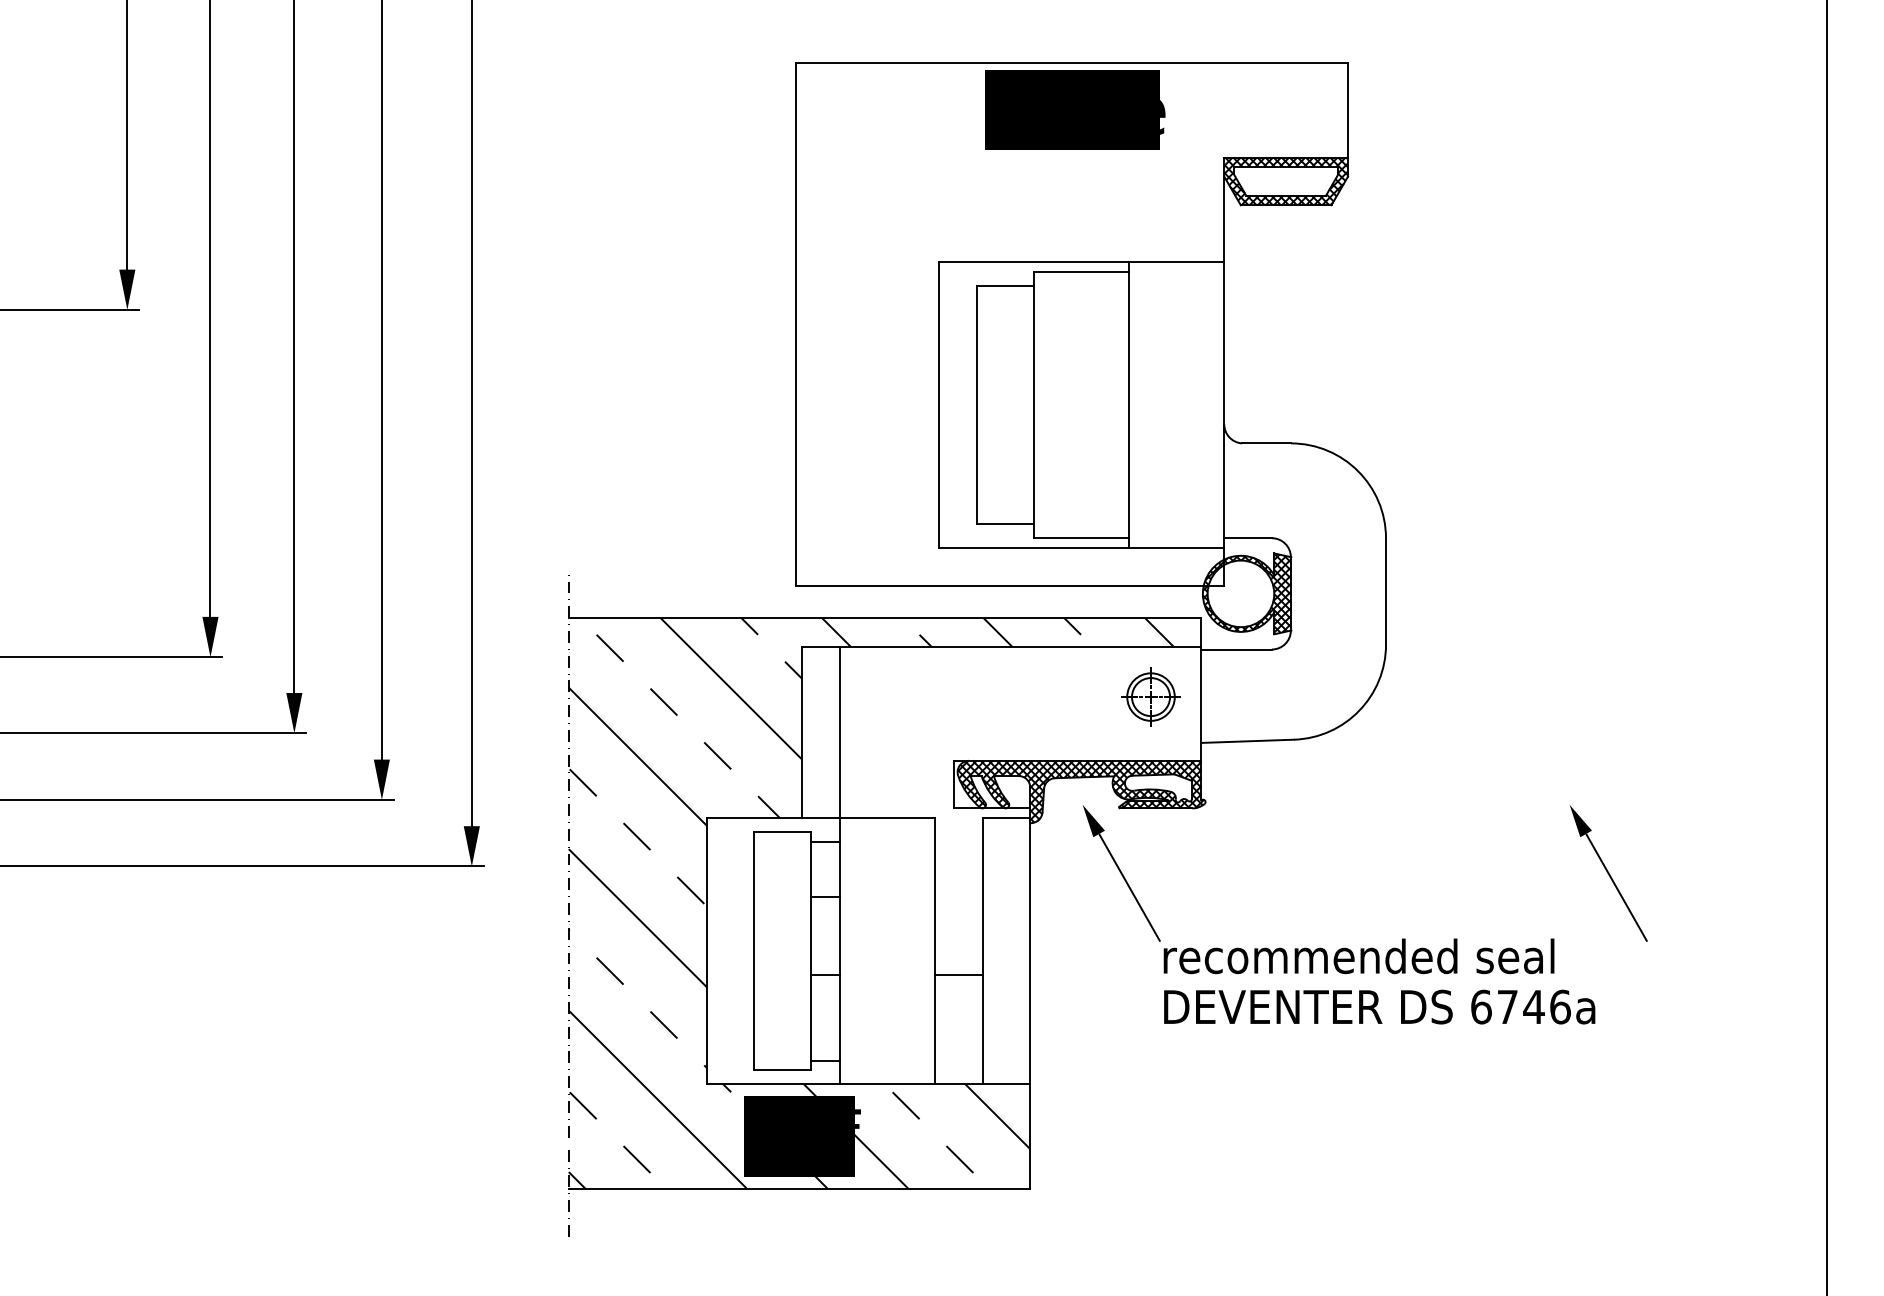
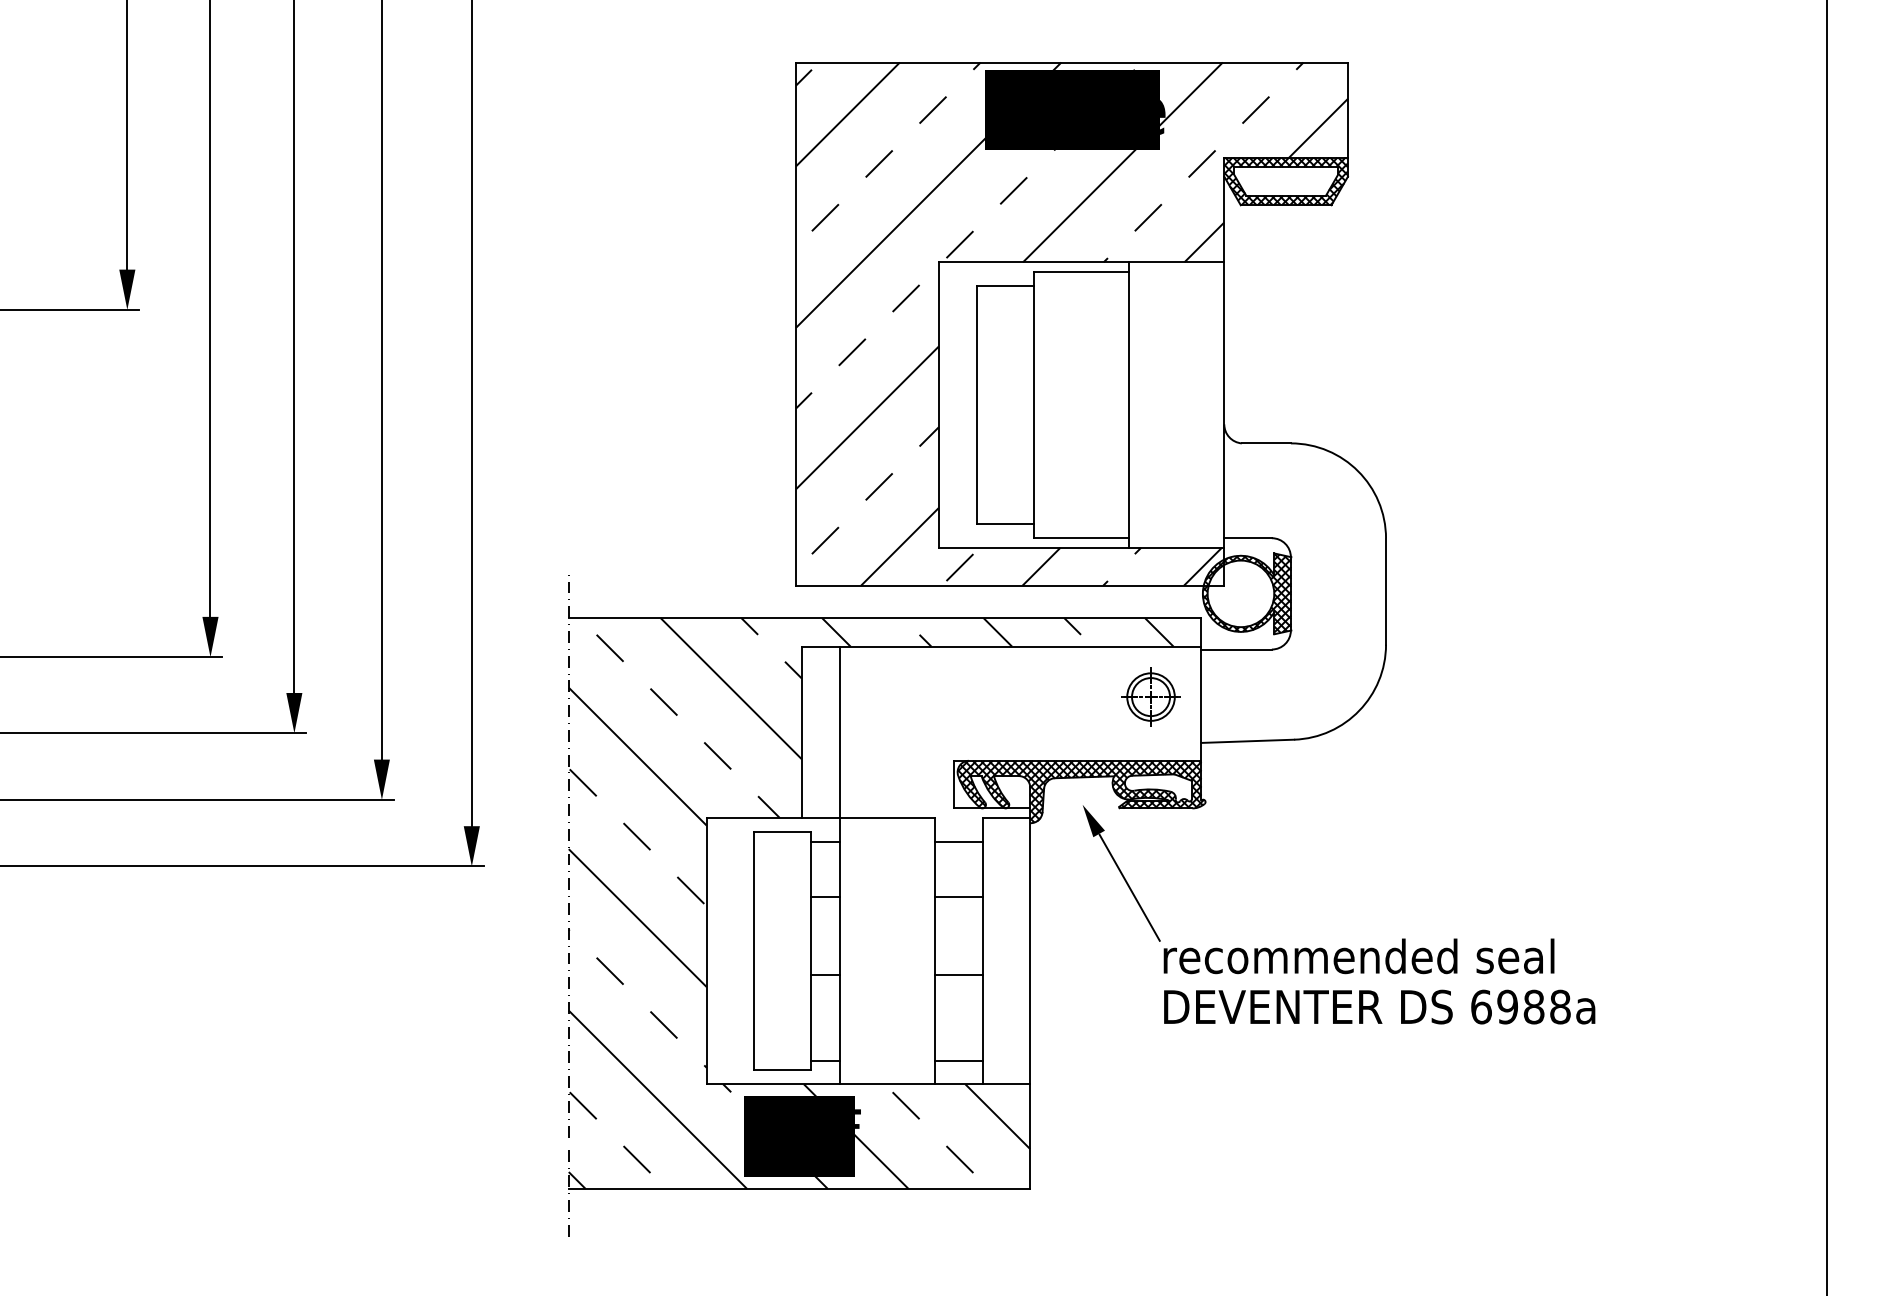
hatch at (1071, 323): none -> present
line at (958, 841): none -> present
part at (1608, 873): present -> none
line at (958, 897): none -> present
text at (1533, 1006): 6746a -> 6988a
line at (958, 1060): none -> present
